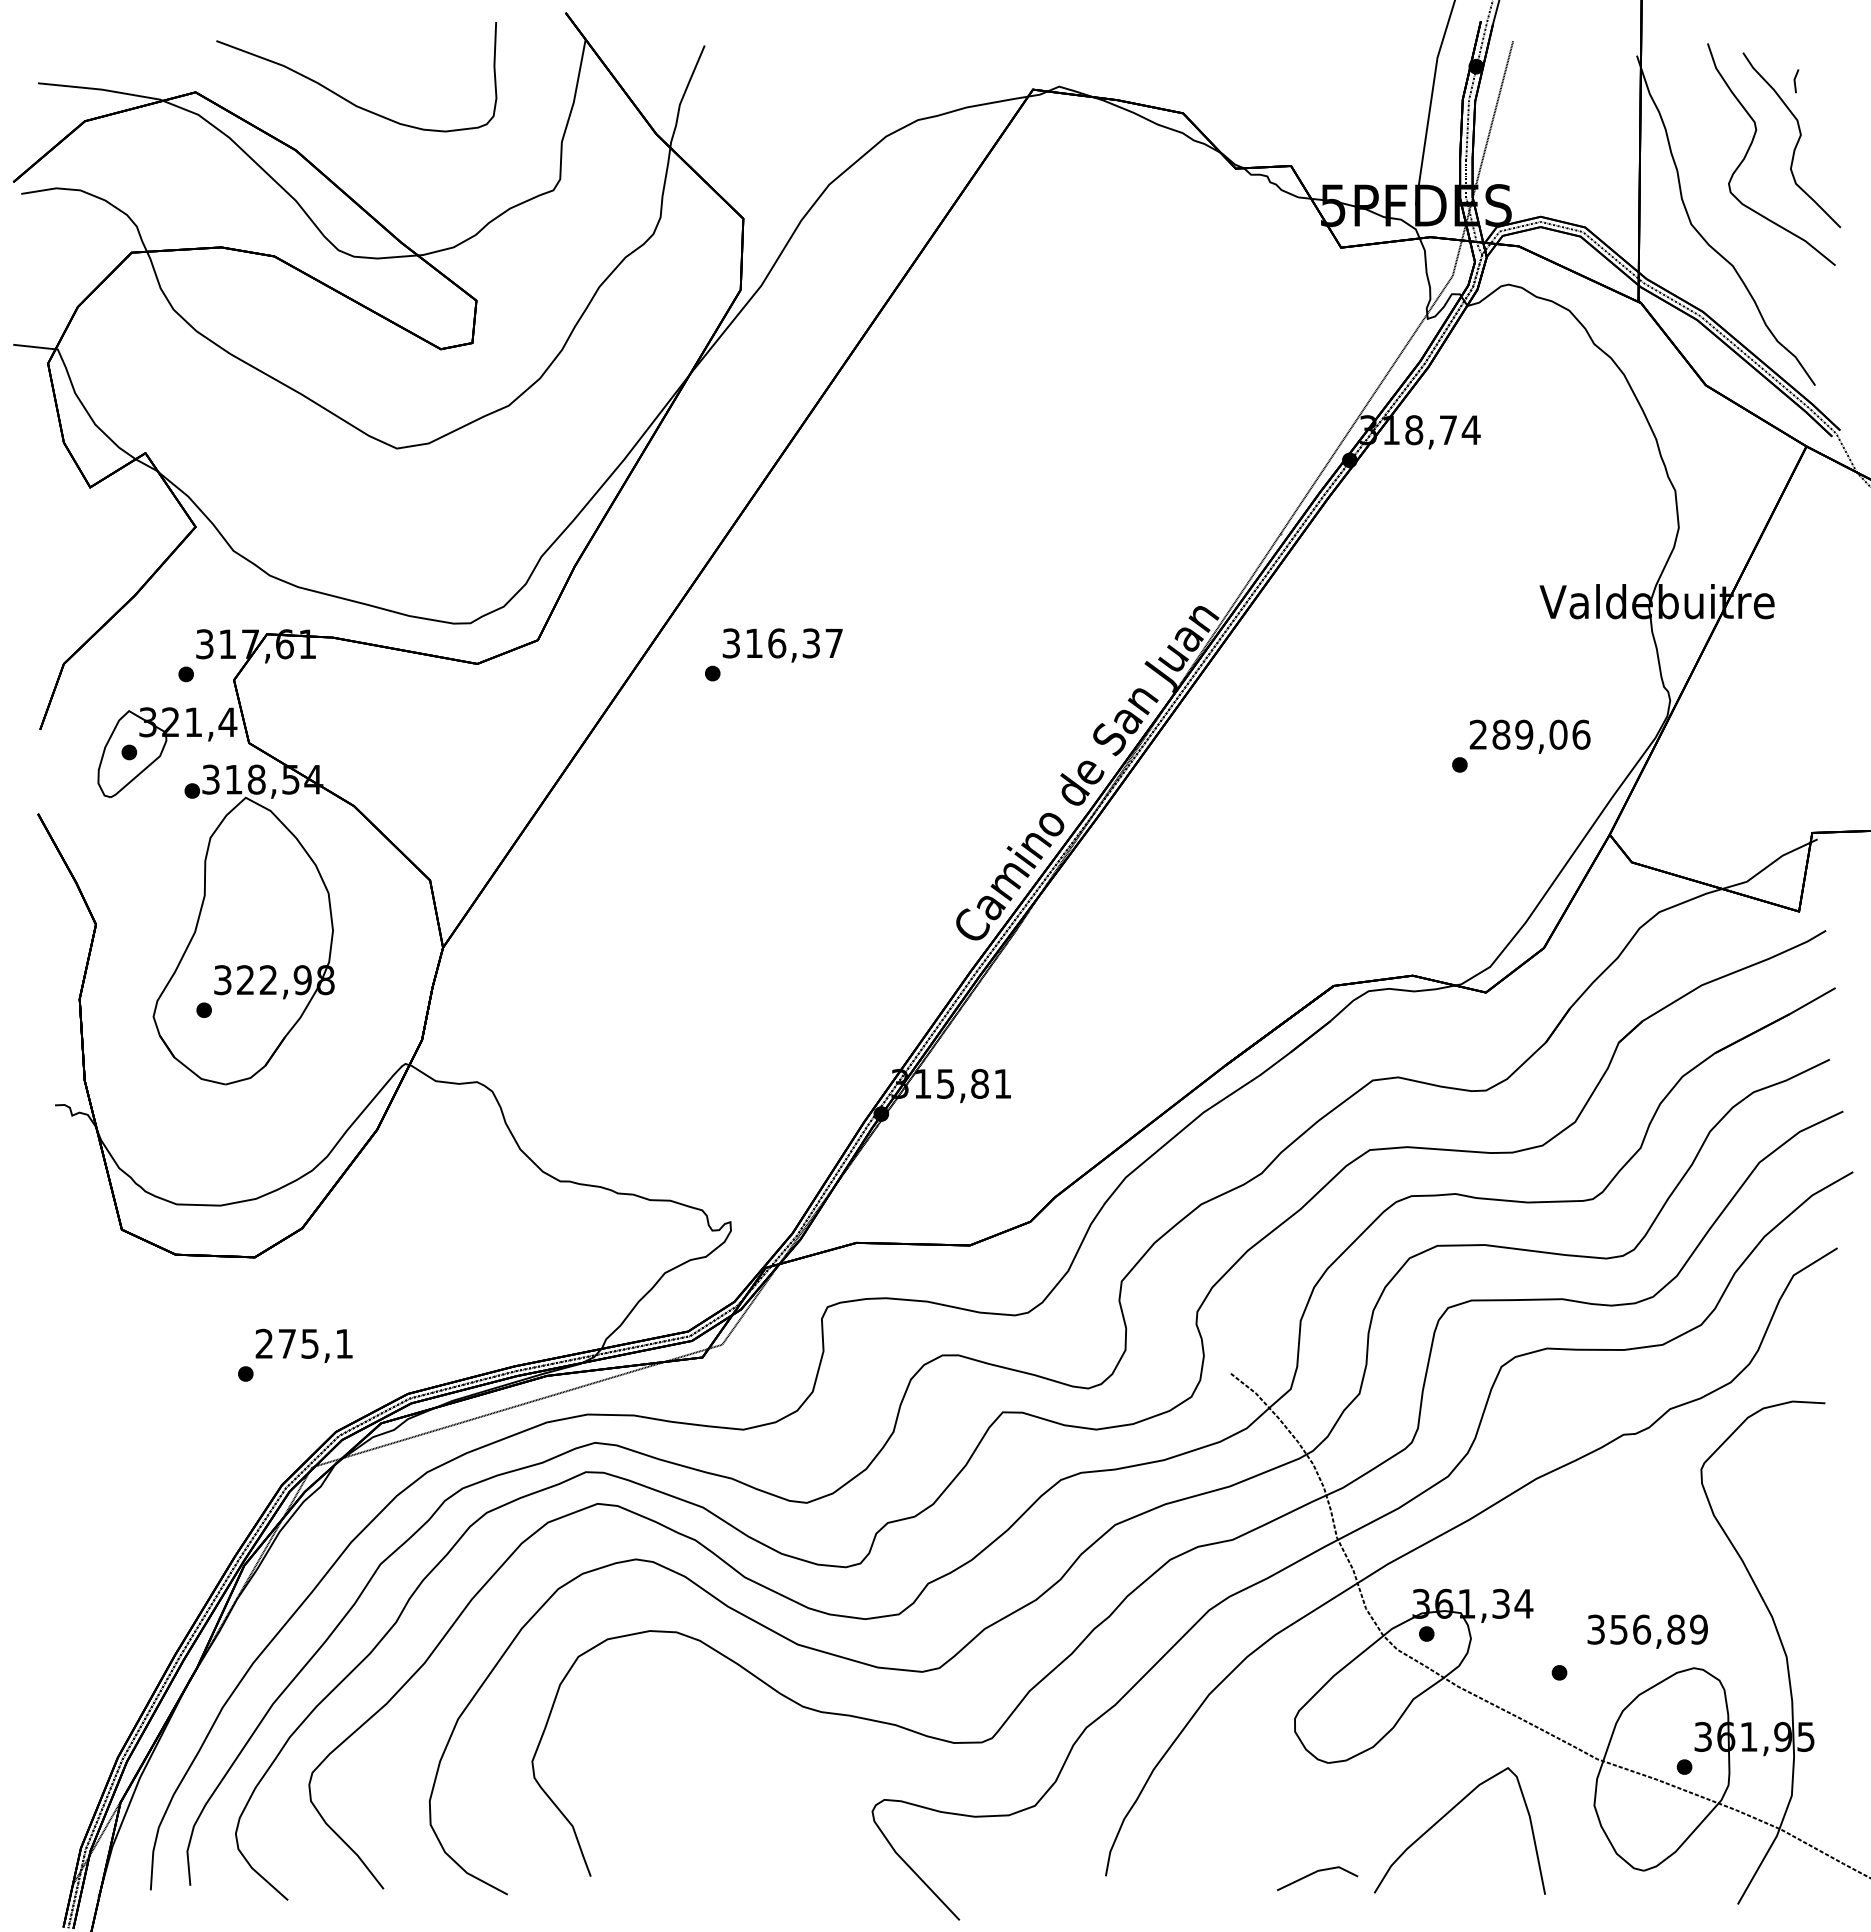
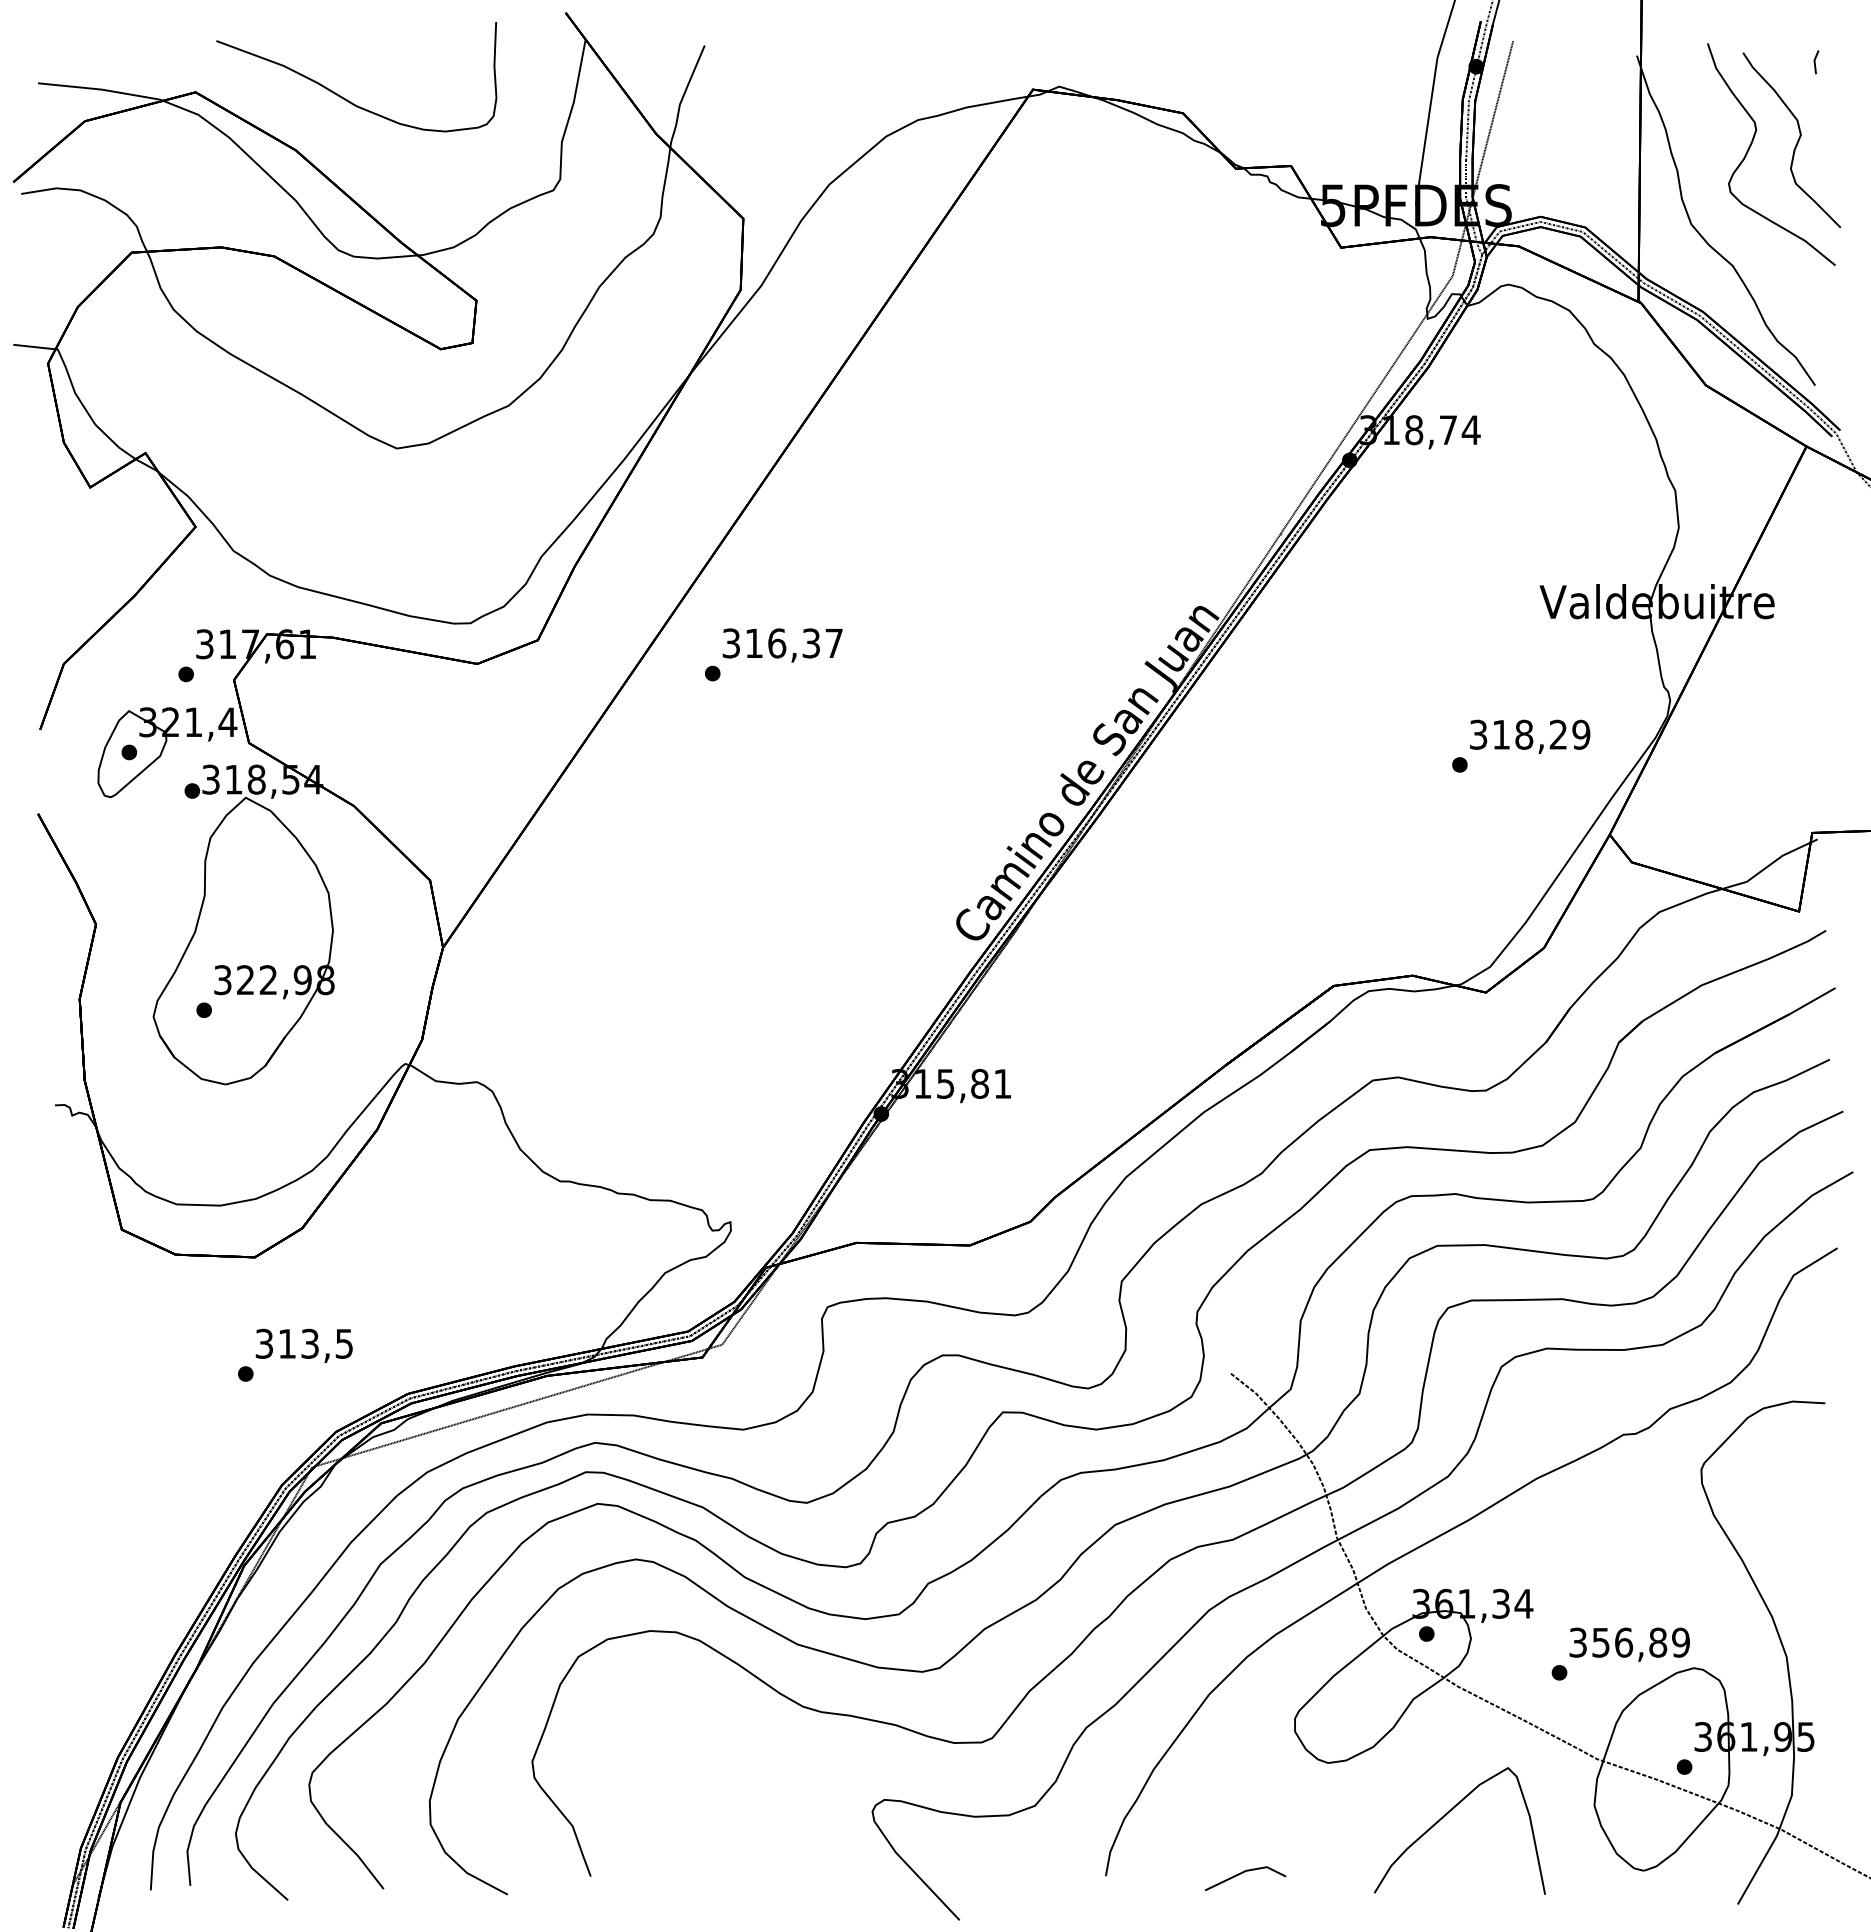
line at (1795, 81) position: (1795, 81) -> (1815, 62)
text at (1529, 734): 289,06 -> 318,29
text at (303, 1343): 275,1 -> 313,5
text at (1647, 1631) position: (1647, 1631) -> (1629, 1644)
line at (1315, 1873) position: (1315, 1873) -> (1243, 1873)
